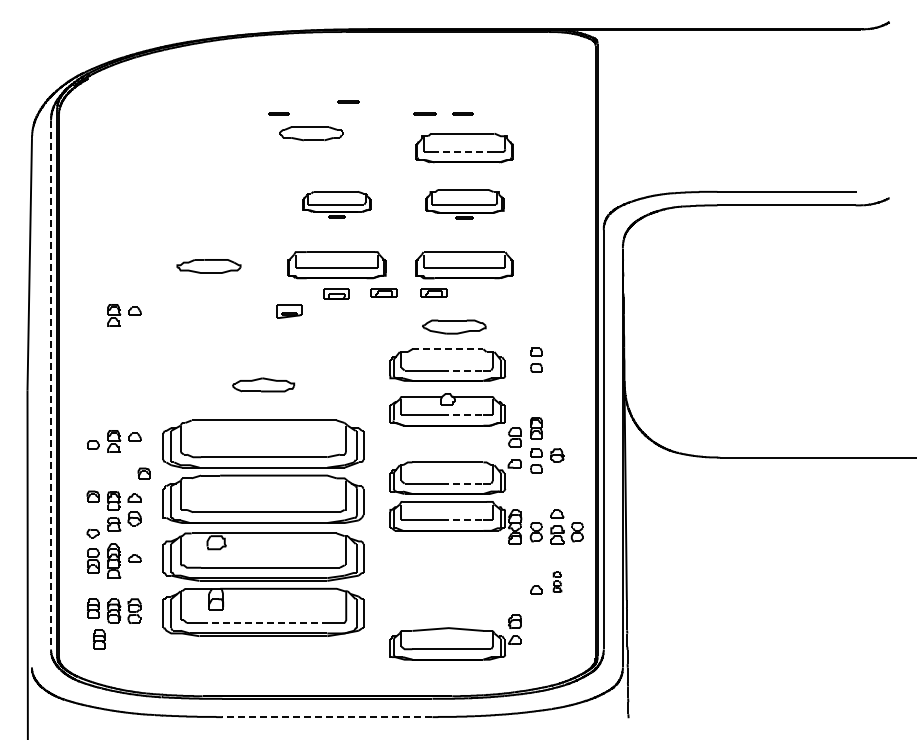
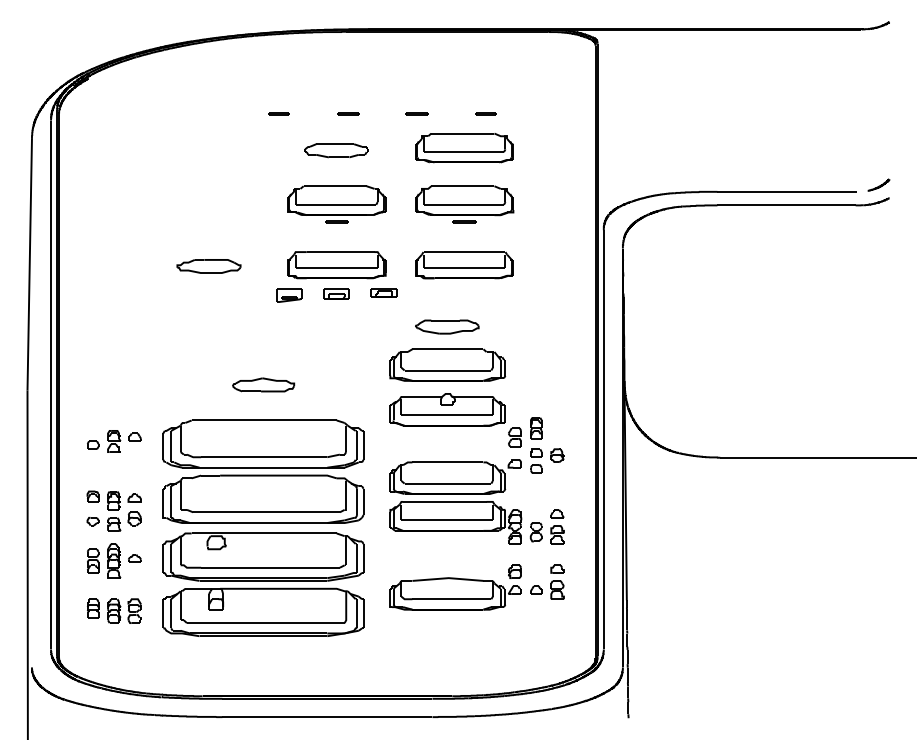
line at (348, 101) position: (348, 101) -> (348, 113)
line at (424, 113) position: (424, 113) -> (416, 113)
line at (462, 113) position: (462, 113) -> (485, 113)
part at (311, 133) position: (311, 133) -> (336, 150)
line at (464, 152): dashed -> solid
part at (878, 184): none -> present
part at (336, 204) size: 70x28 px -> 100x39 px
part at (464, 204) size: 80x31 px -> 100x39 px
part at (433, 292): present -> none
part at (289, 311) position: (289, 311) -> (289, 295)
part at (124, 315): present -> none
part at (454, 326) position: (454, 326) -> (447, 326)
line at (448, 349): dashed -> solid
part at (536, 359): present -> none
line at (462, 370): dashed -> solid
line at (51, 385): dashed -> solid
line at (462, 415): dashed -> solid
part at (143, 473): present -> none
line at (462, 483): dashed -> solid
line at (462, 520): dashed -> solid
part at (576, 532): present -> none
part at (92, 533) position: (92, 533) -> (92, 521)
part at (557, 581) size: 11x22 px -> 15x36 px
line at (264, 623): dashed -> solid
part at (455, 637) position: (455, 637) -> (455, 587)
part at (99, 639): present -> none
line at (326, 717): dashed -> solid
